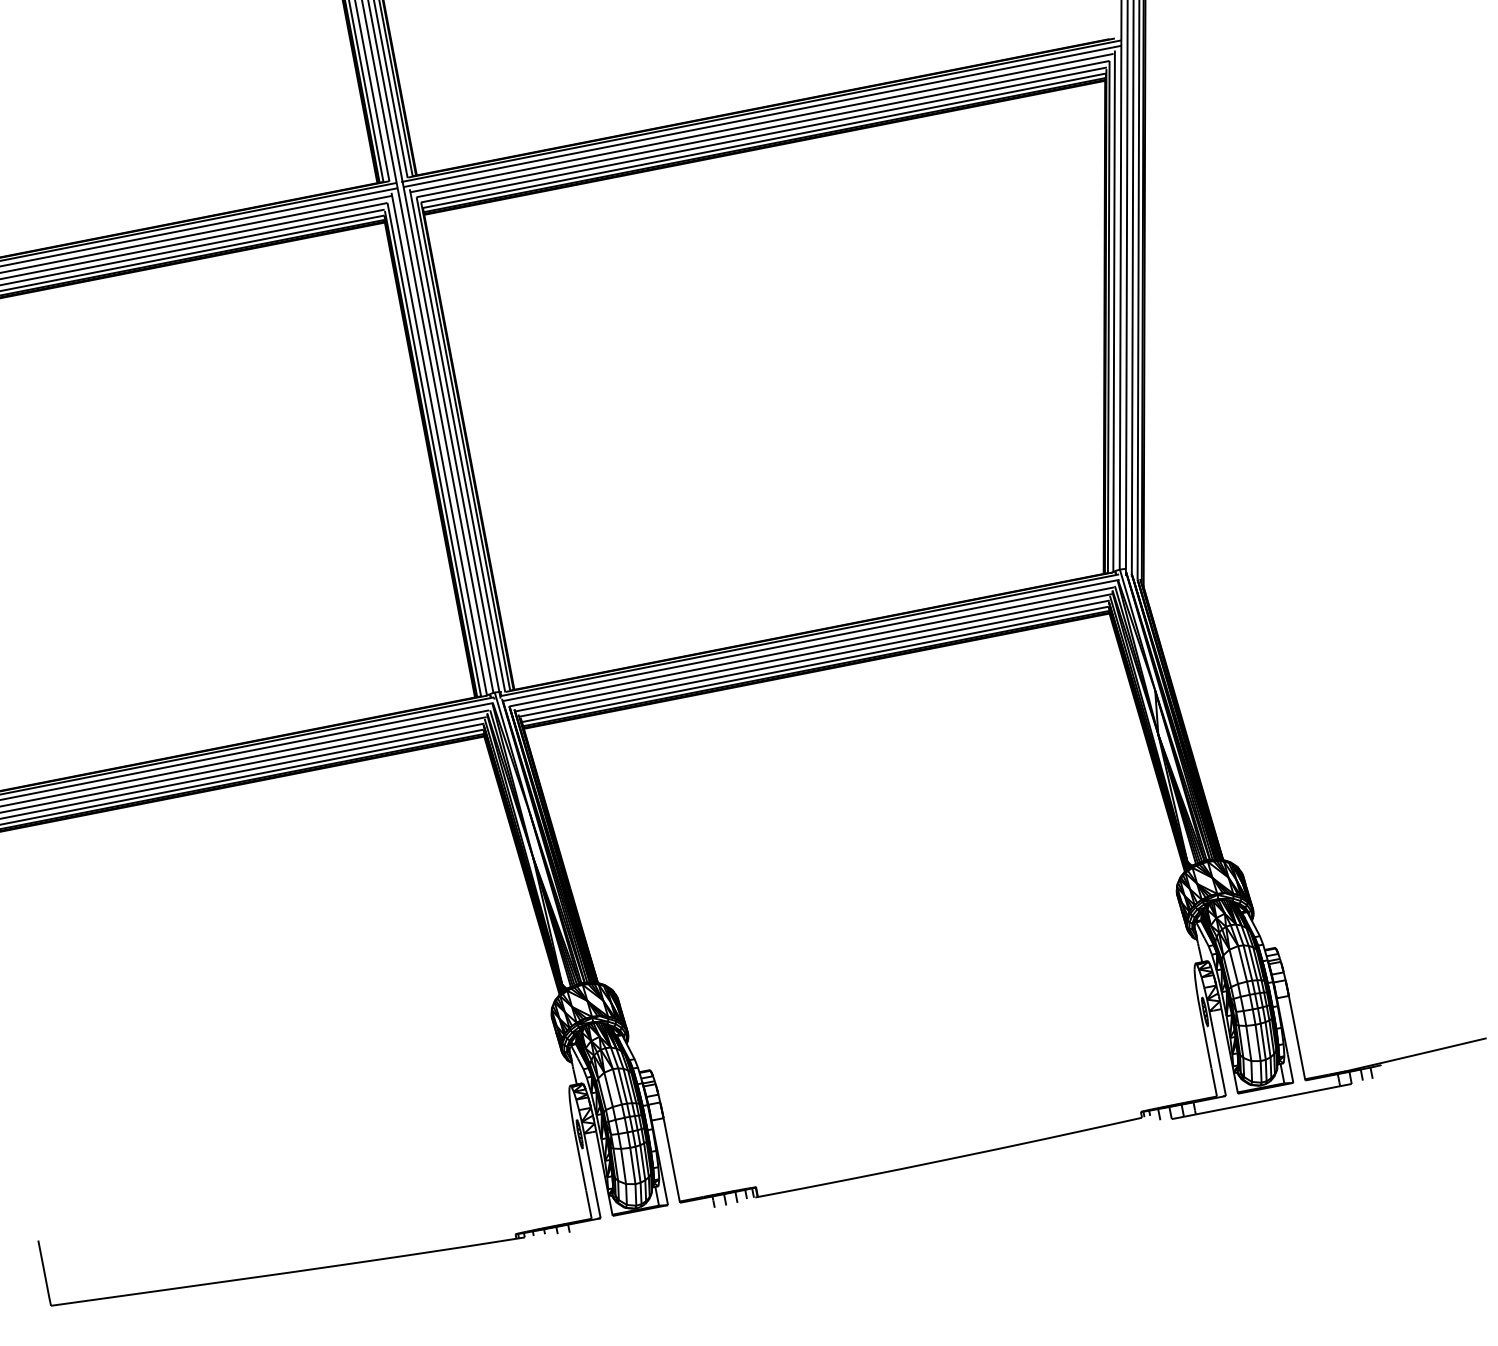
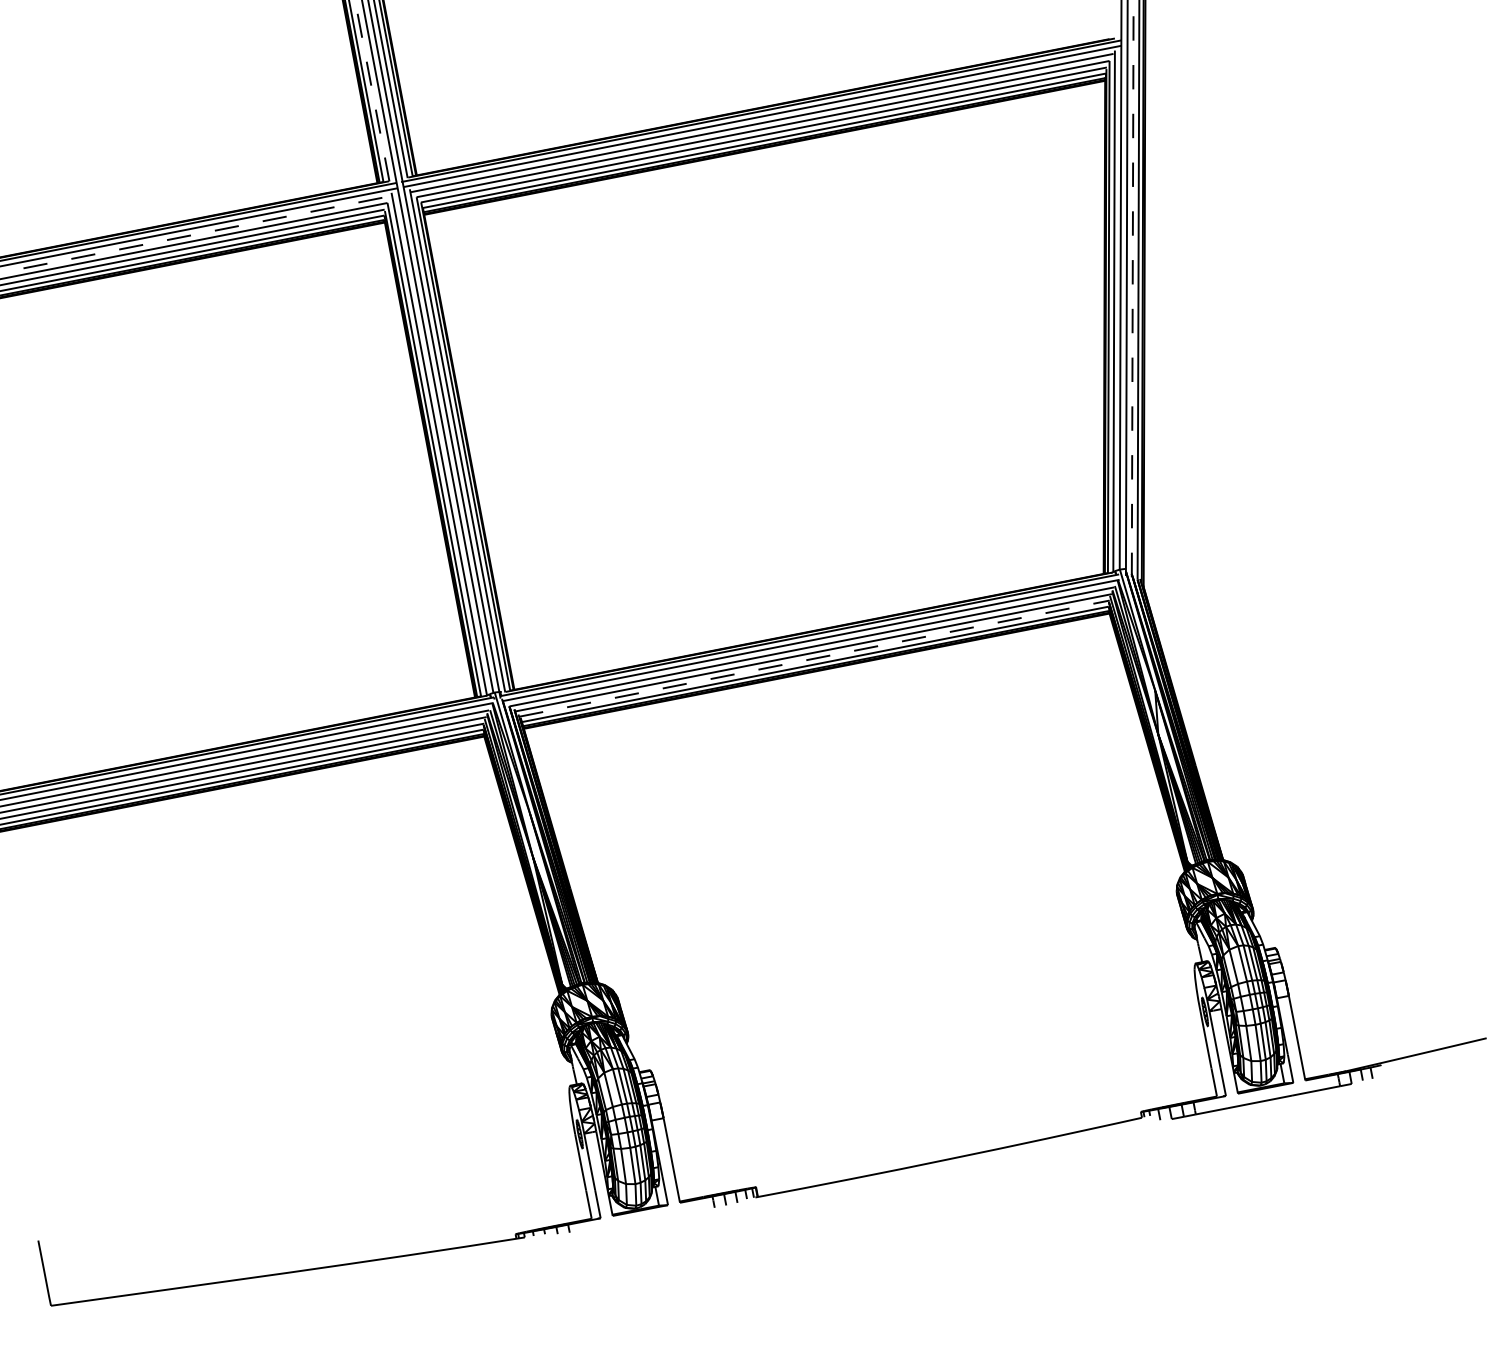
line at (372, 91): solid -> dashed
line at (196, 234): solid -> dashed
line at (1132, 288): solid -> dashed
line at (814, 658): solid -> dashed
